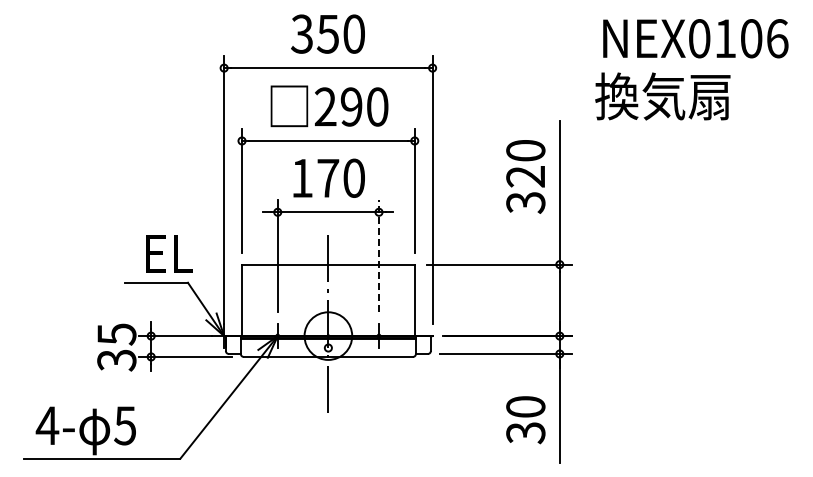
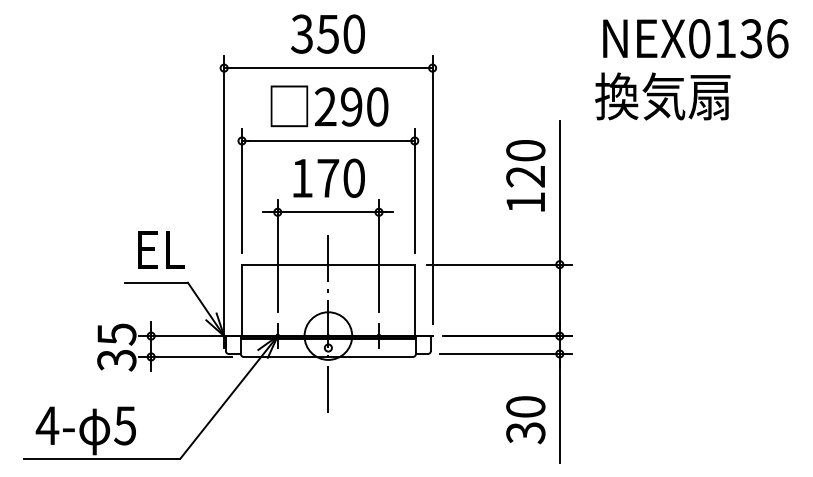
text at (751, 38): NEX0106 -> NEX0136
text at (525, 202): 320 -> 120
text at (169, 253) position: (169, 253) -> (161, 249)
line at (379, 256): dashed -> solid
